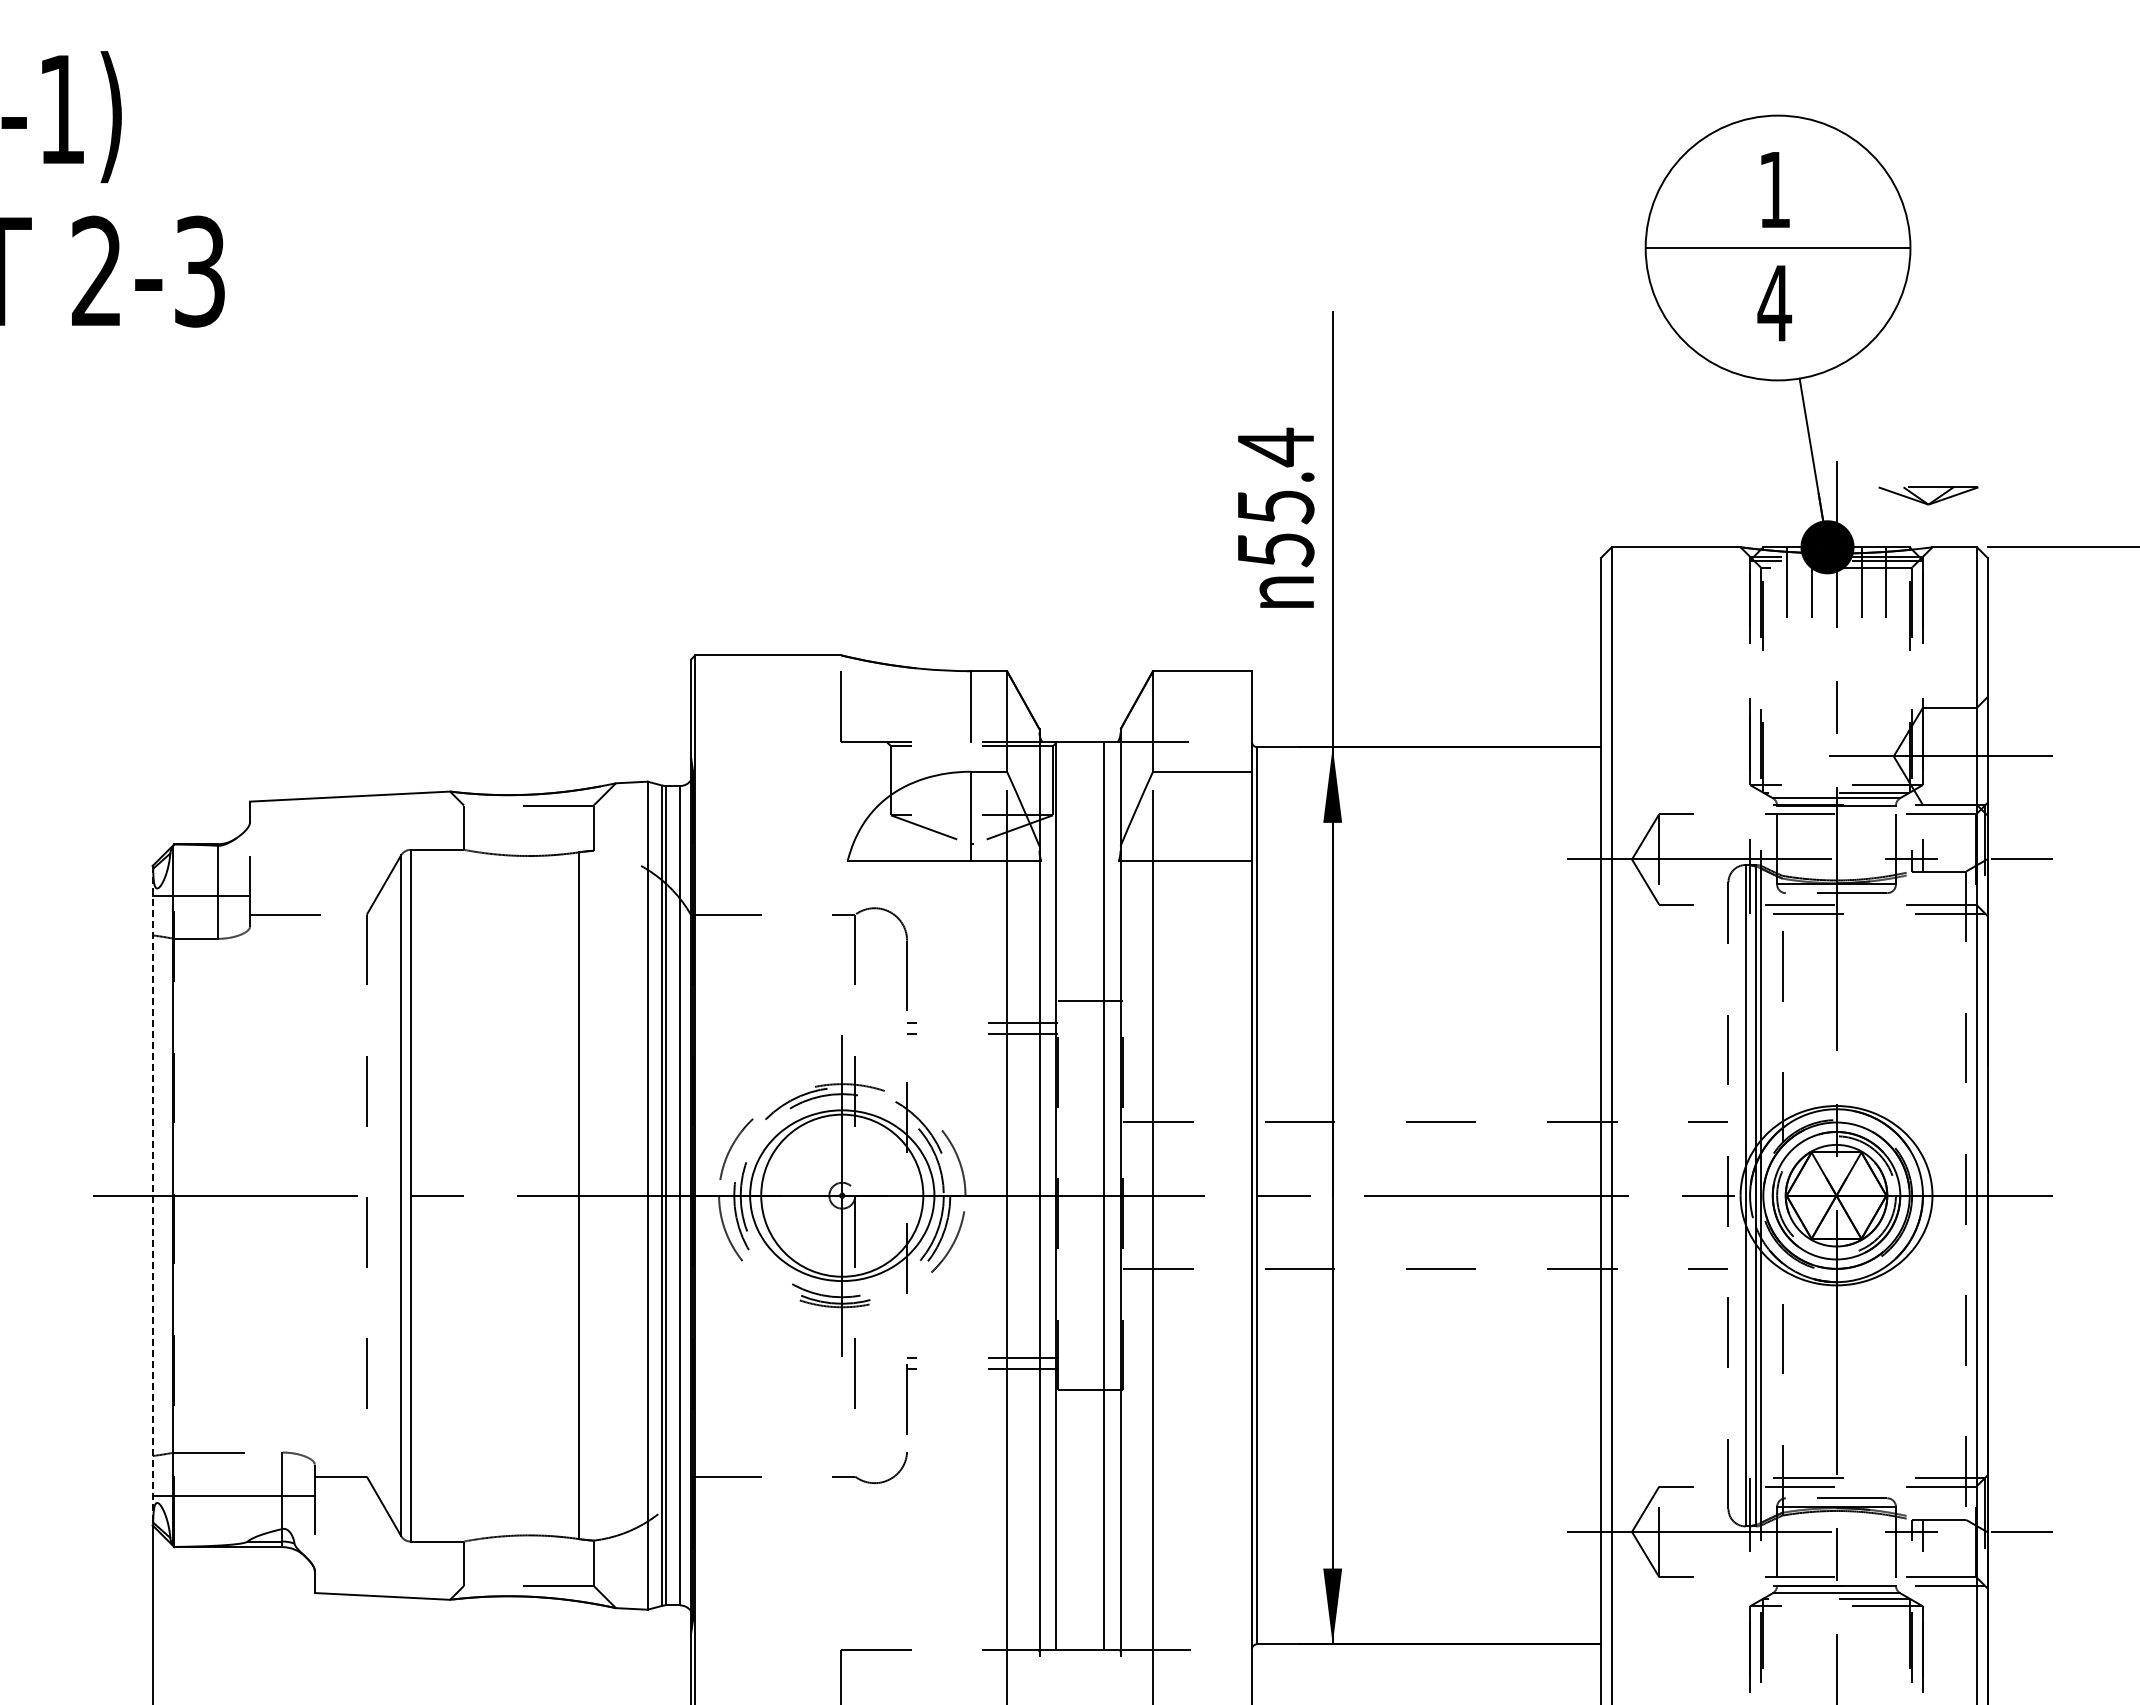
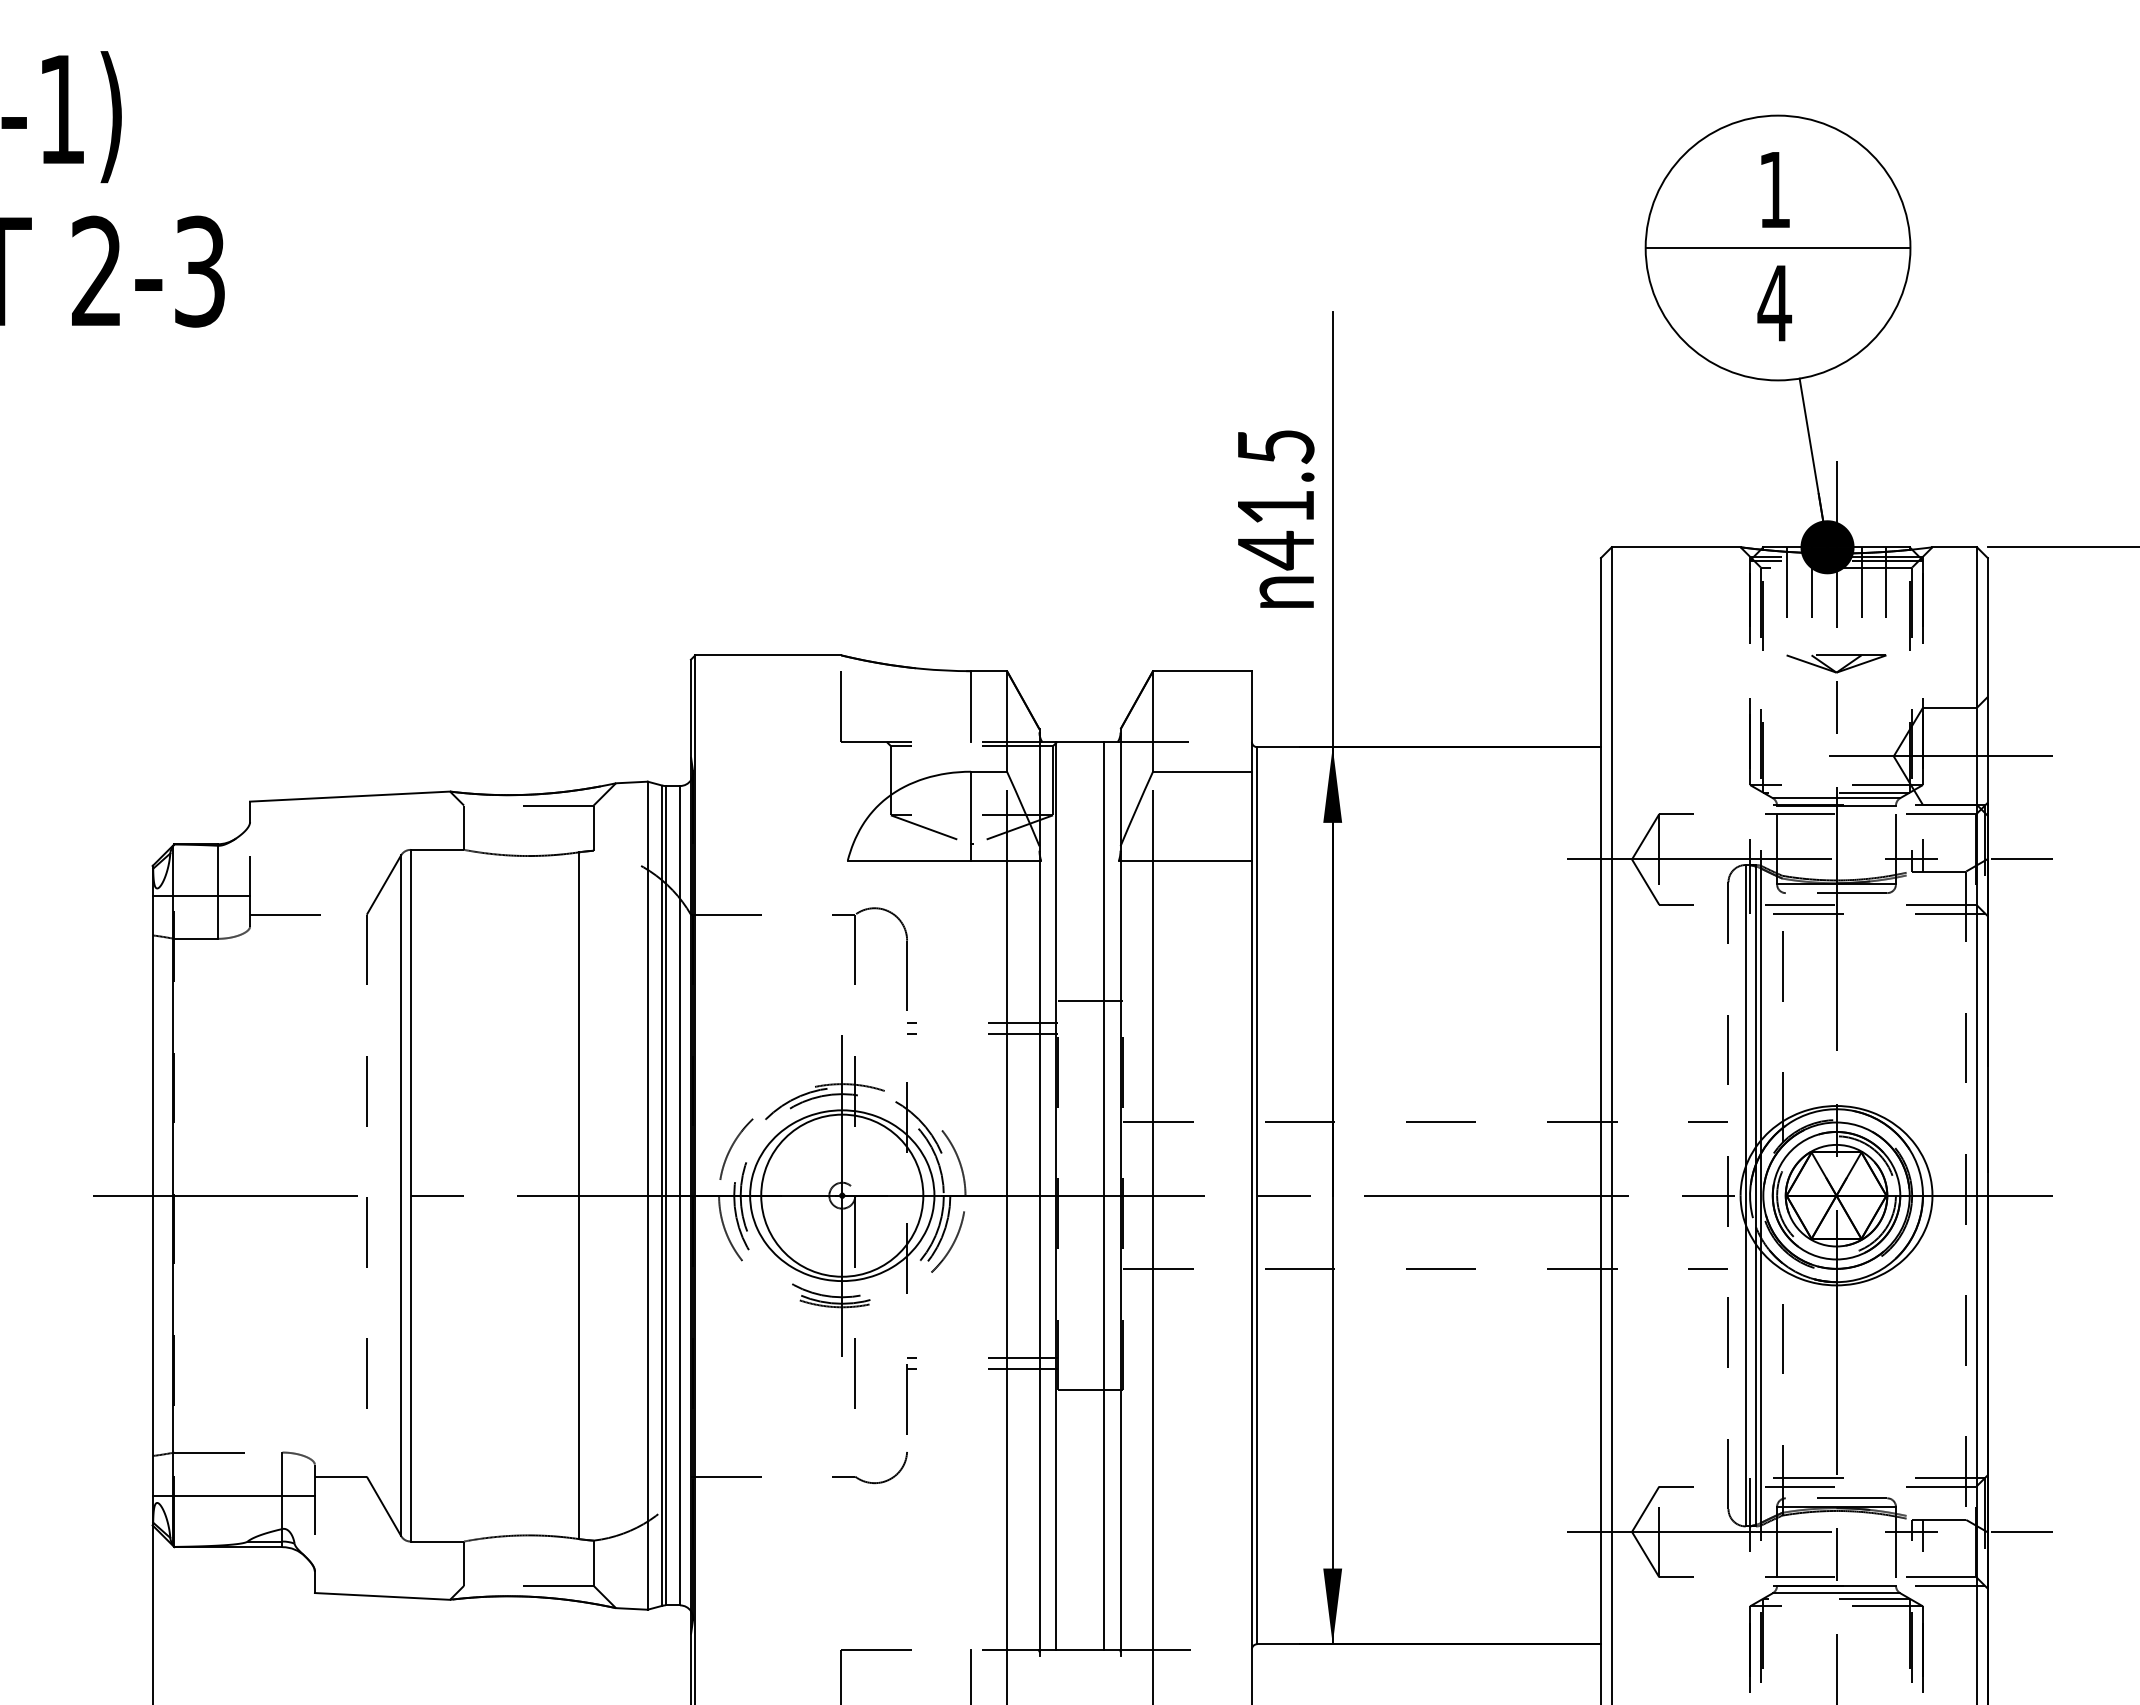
part at (1928, 495) position: (1928, 495) -> (1836, 663)
text at (1276, 498): 55.4 -> 41.5
line at (152, 1195): dashed -> solid
line at (970, 1675): none -> present
